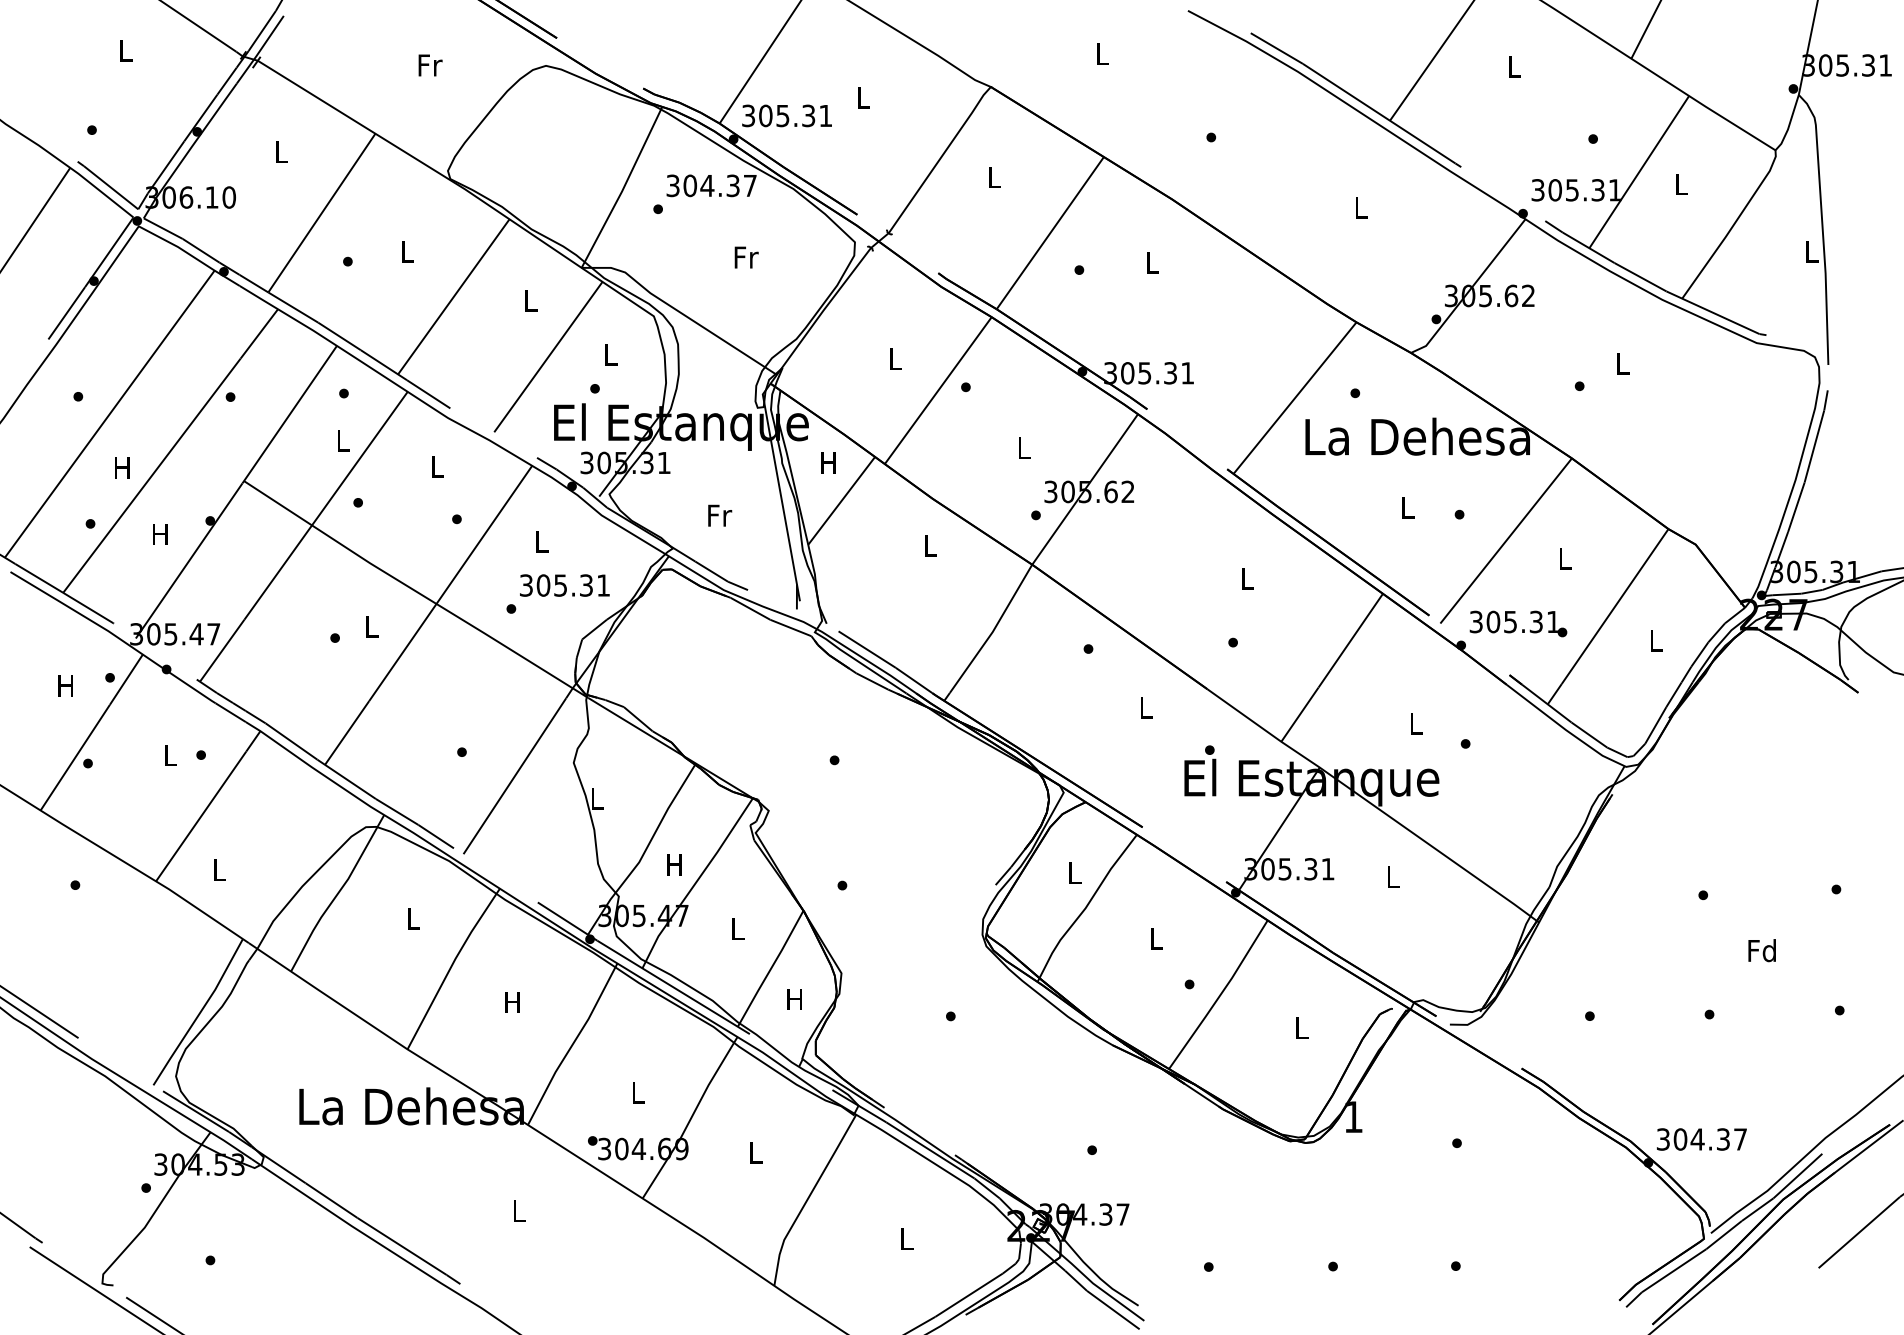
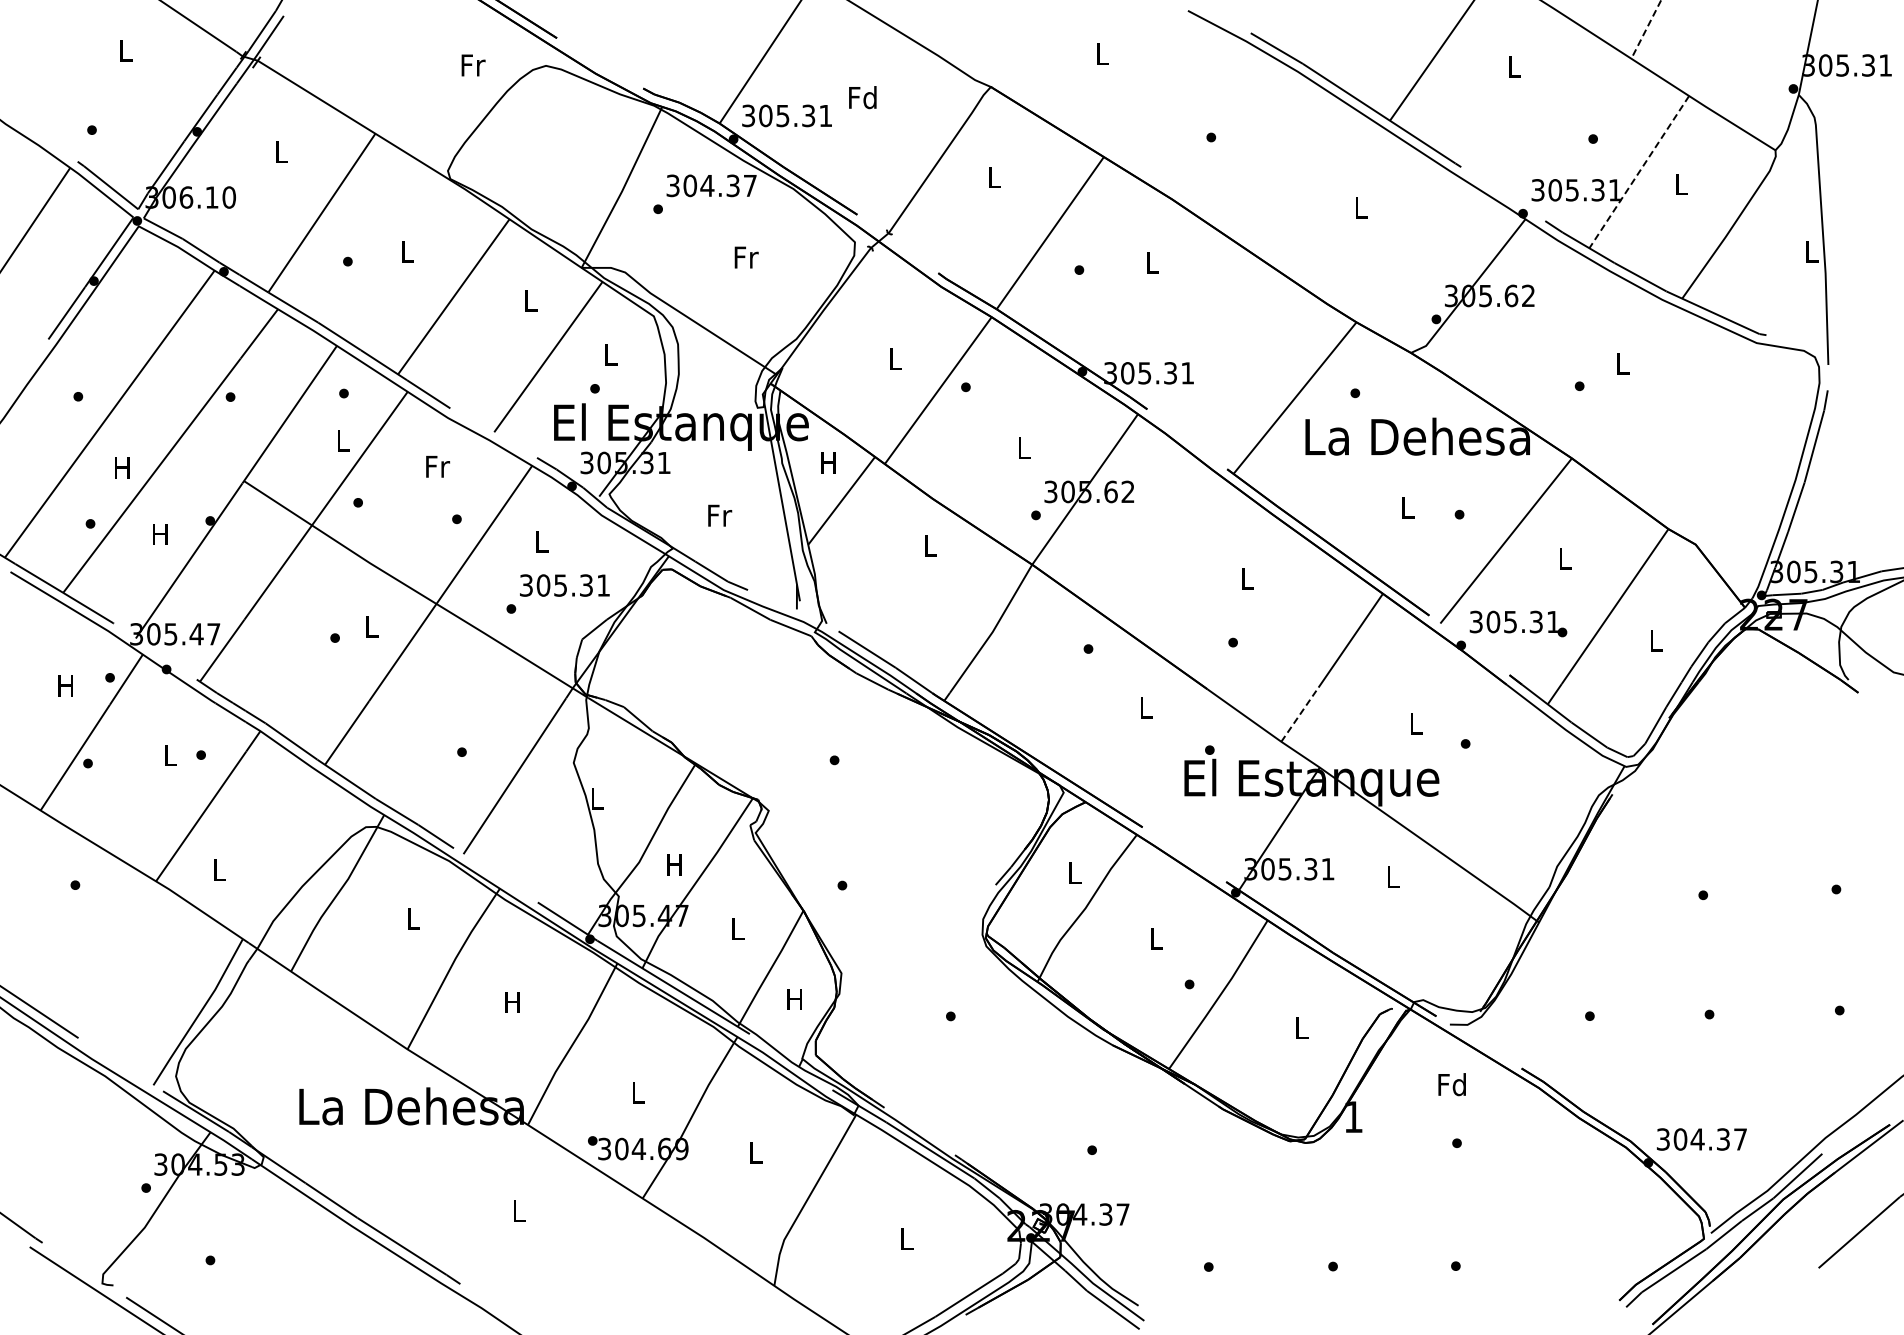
line at (1646, 29): solid -> dashed
text at (430, 65) position: (430, 65) -> (473, 65)
text at (862, 97): L -> Fd
line at (1639, 172): solid -> dashed
text at (438, 466): L -> Fr
line at (1299, 714): solid -> dashed
text at (1761, 950) position: (1761, 950) -> (1451, 1084)
